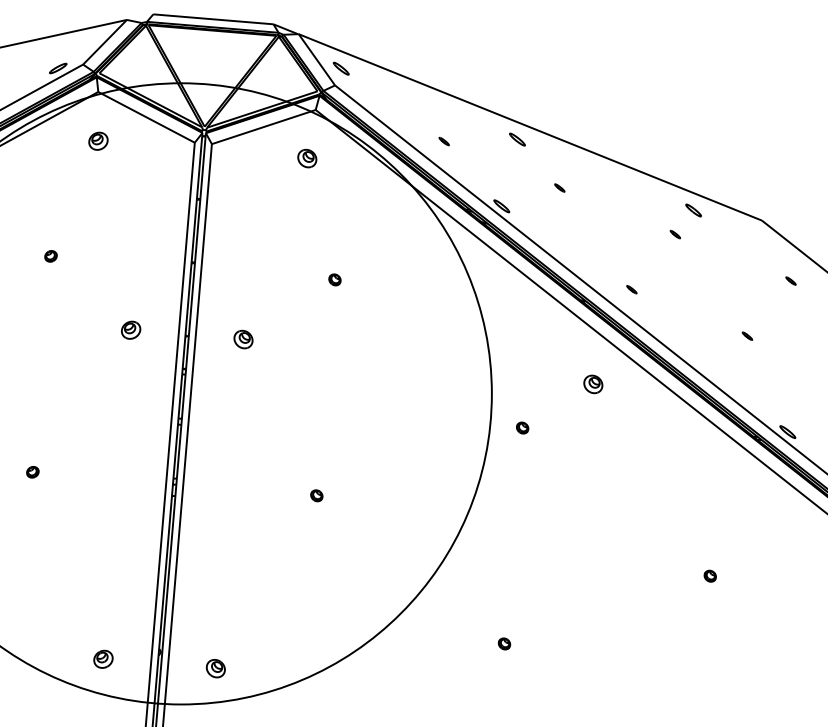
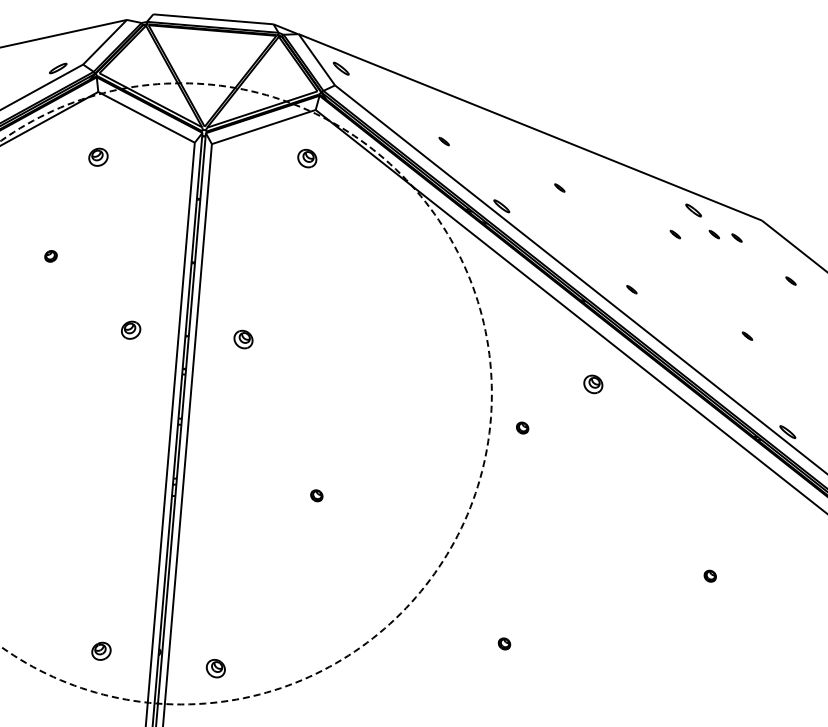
part at (517, 139): present -> none
part at (98, 140) position: (98, 140) -> (98, 156)
part at (713, 234): none -> present
part at (736, 237): none -> present
part at (334, 279): present -> none
circle at (245, 393): solid -> dashed
part at (32, 472): present -> none
part at (103, 658) position: (103, 658) -> (101, 650)
